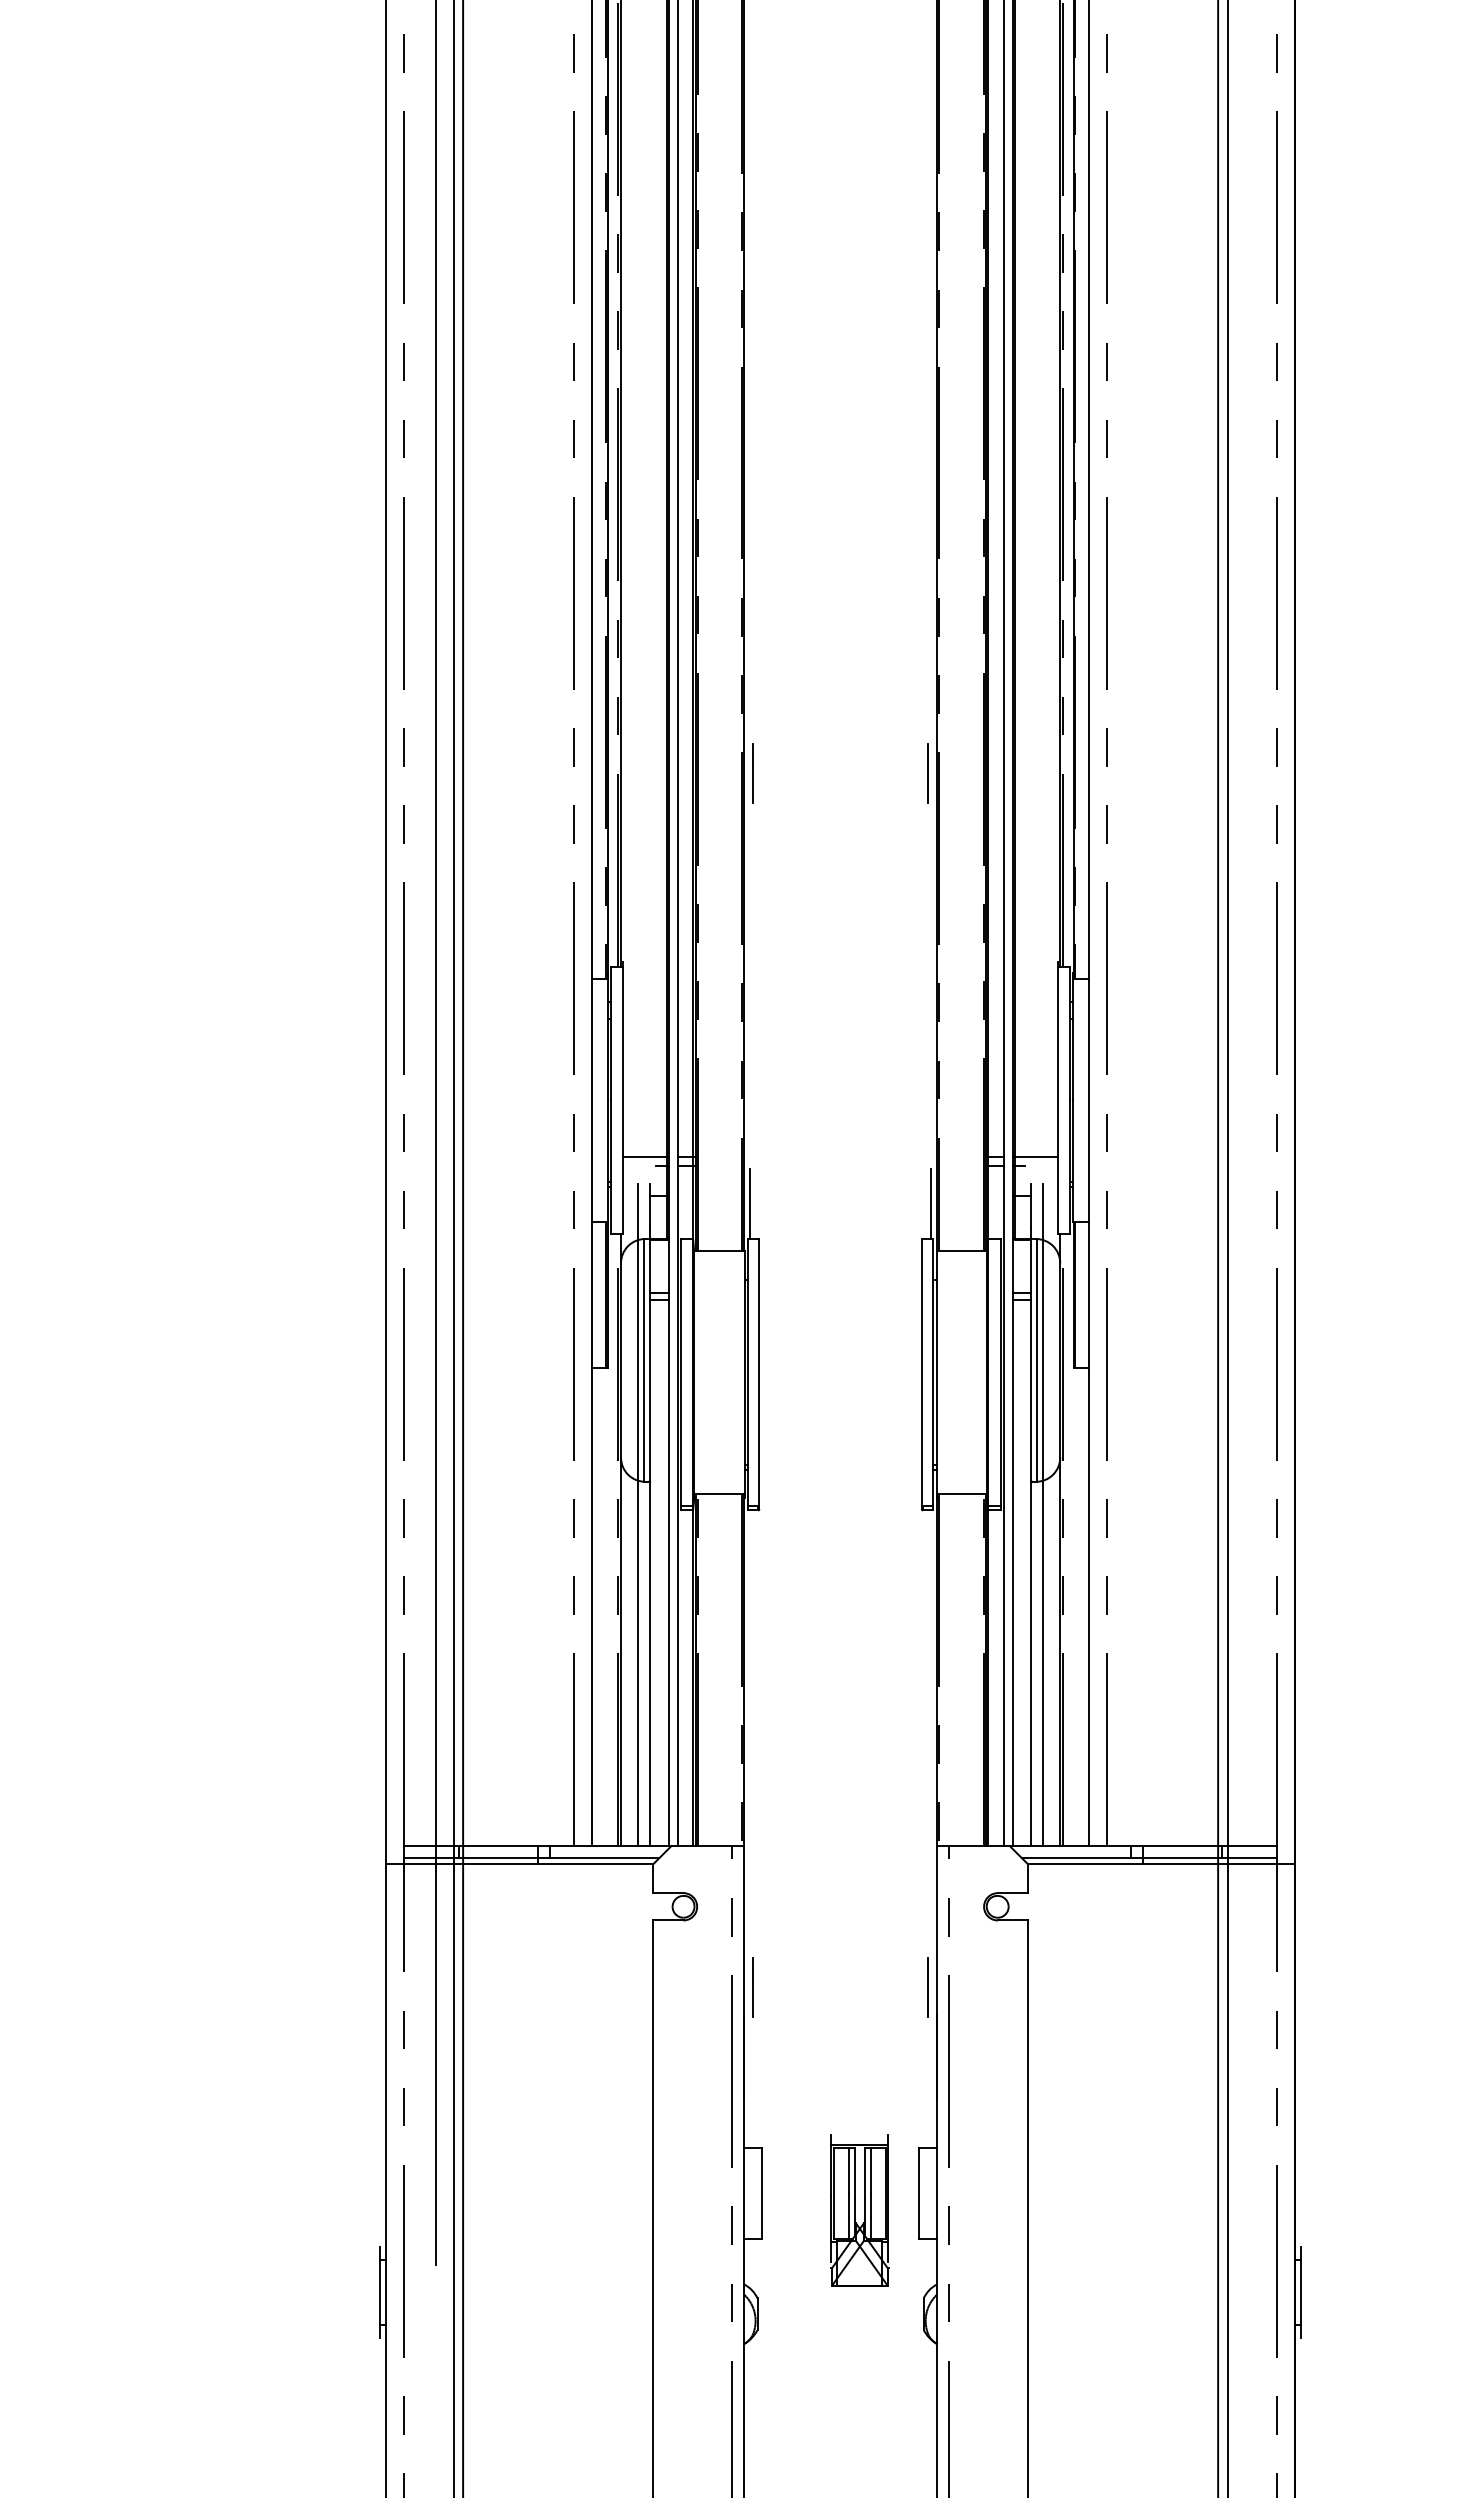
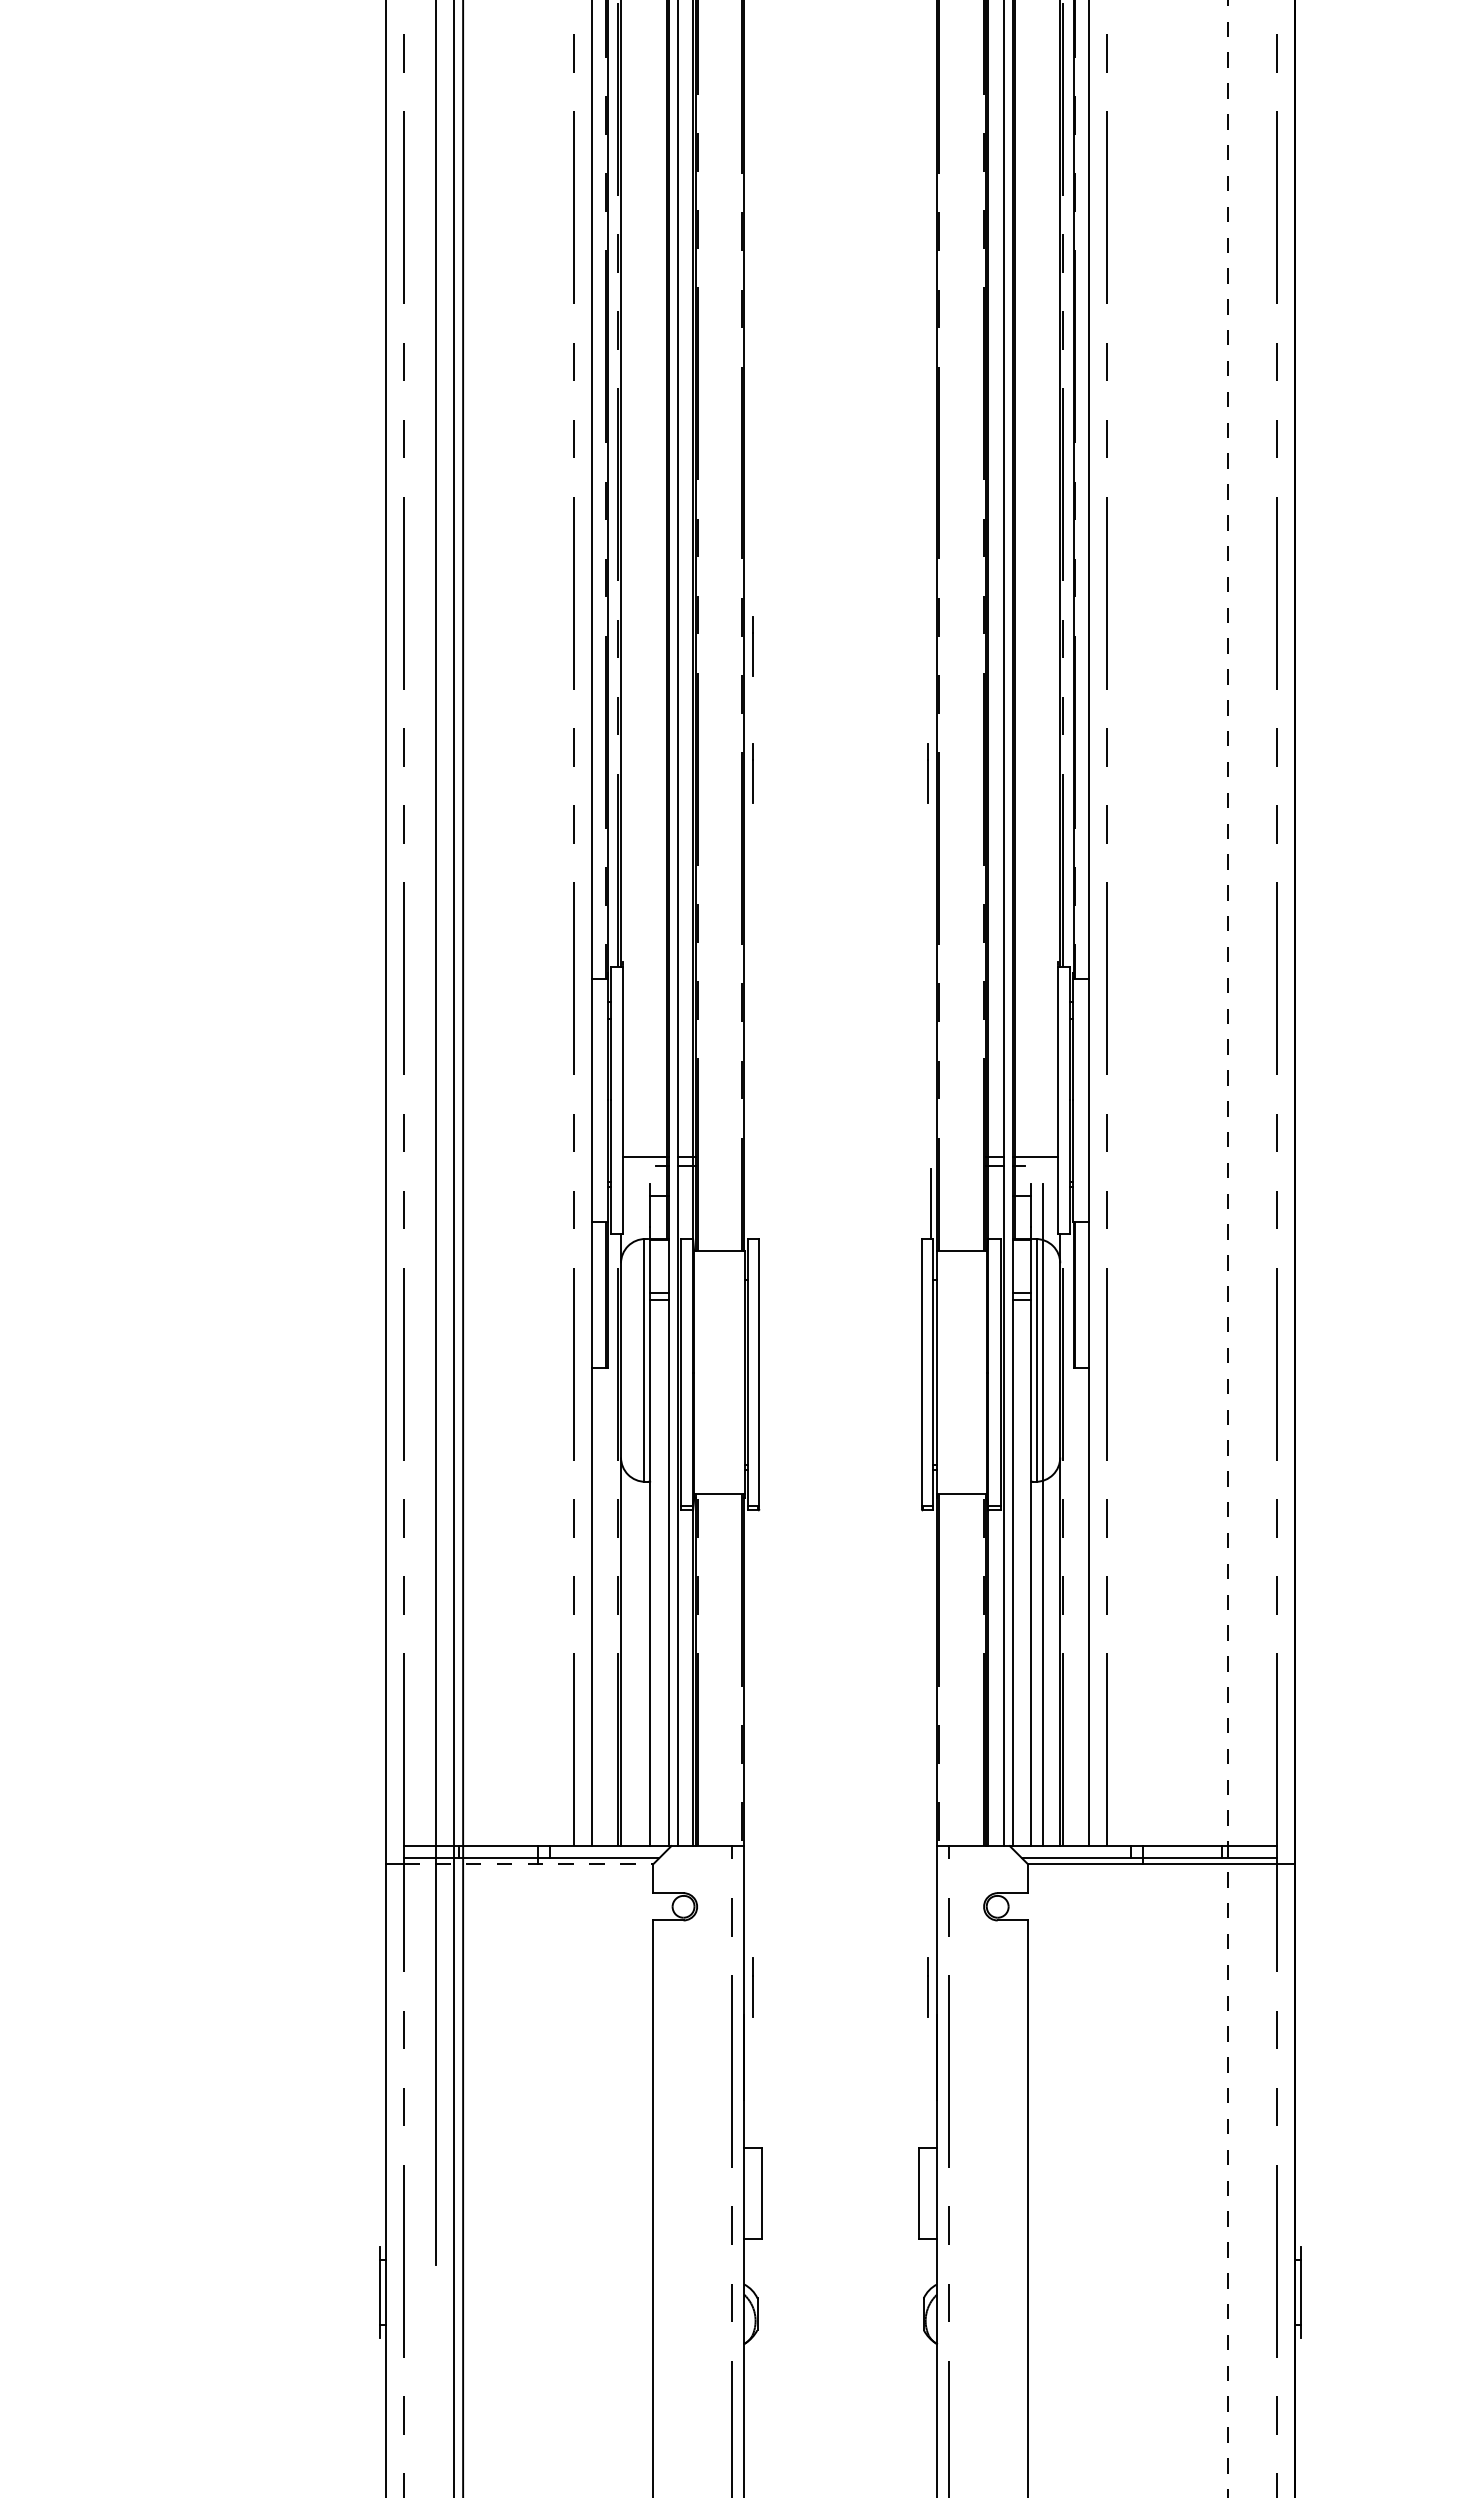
line at (752, 646): none -> present
line at (750, 1203): present -> none
line at (1218, 1248): present -> none
line at (1227, 1249): solid -> dashed
line at (638, 1515): present -> none
line at (529, 1864): solid -> dashed
part at (859, 2210): present -> none
